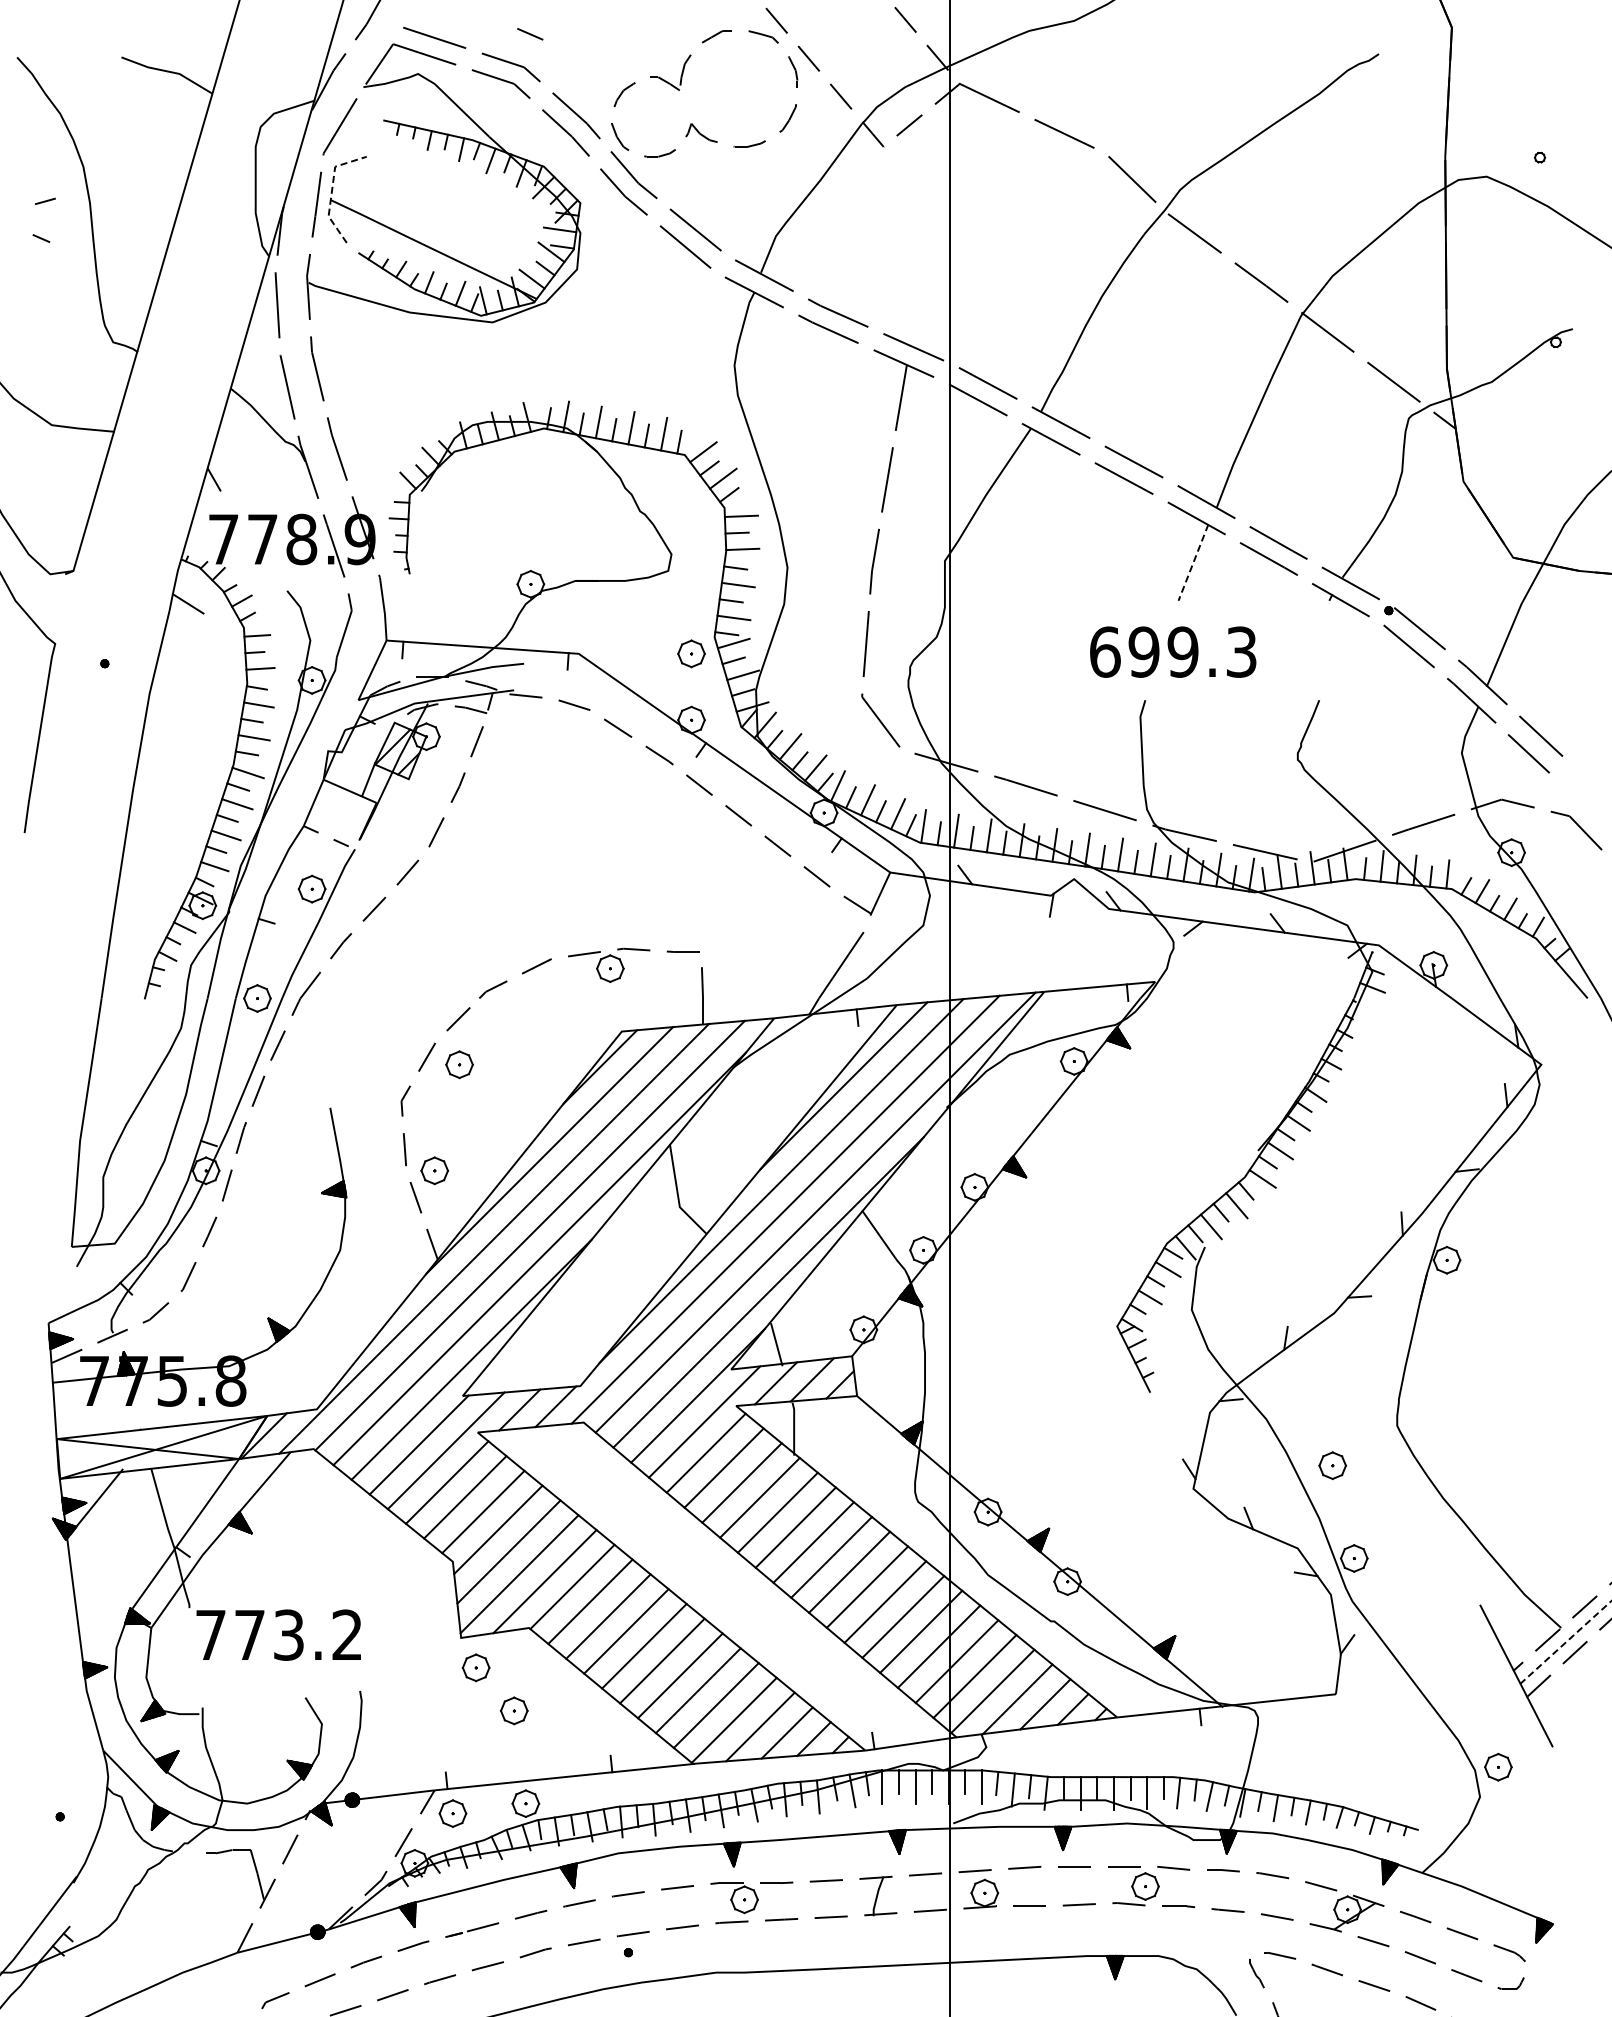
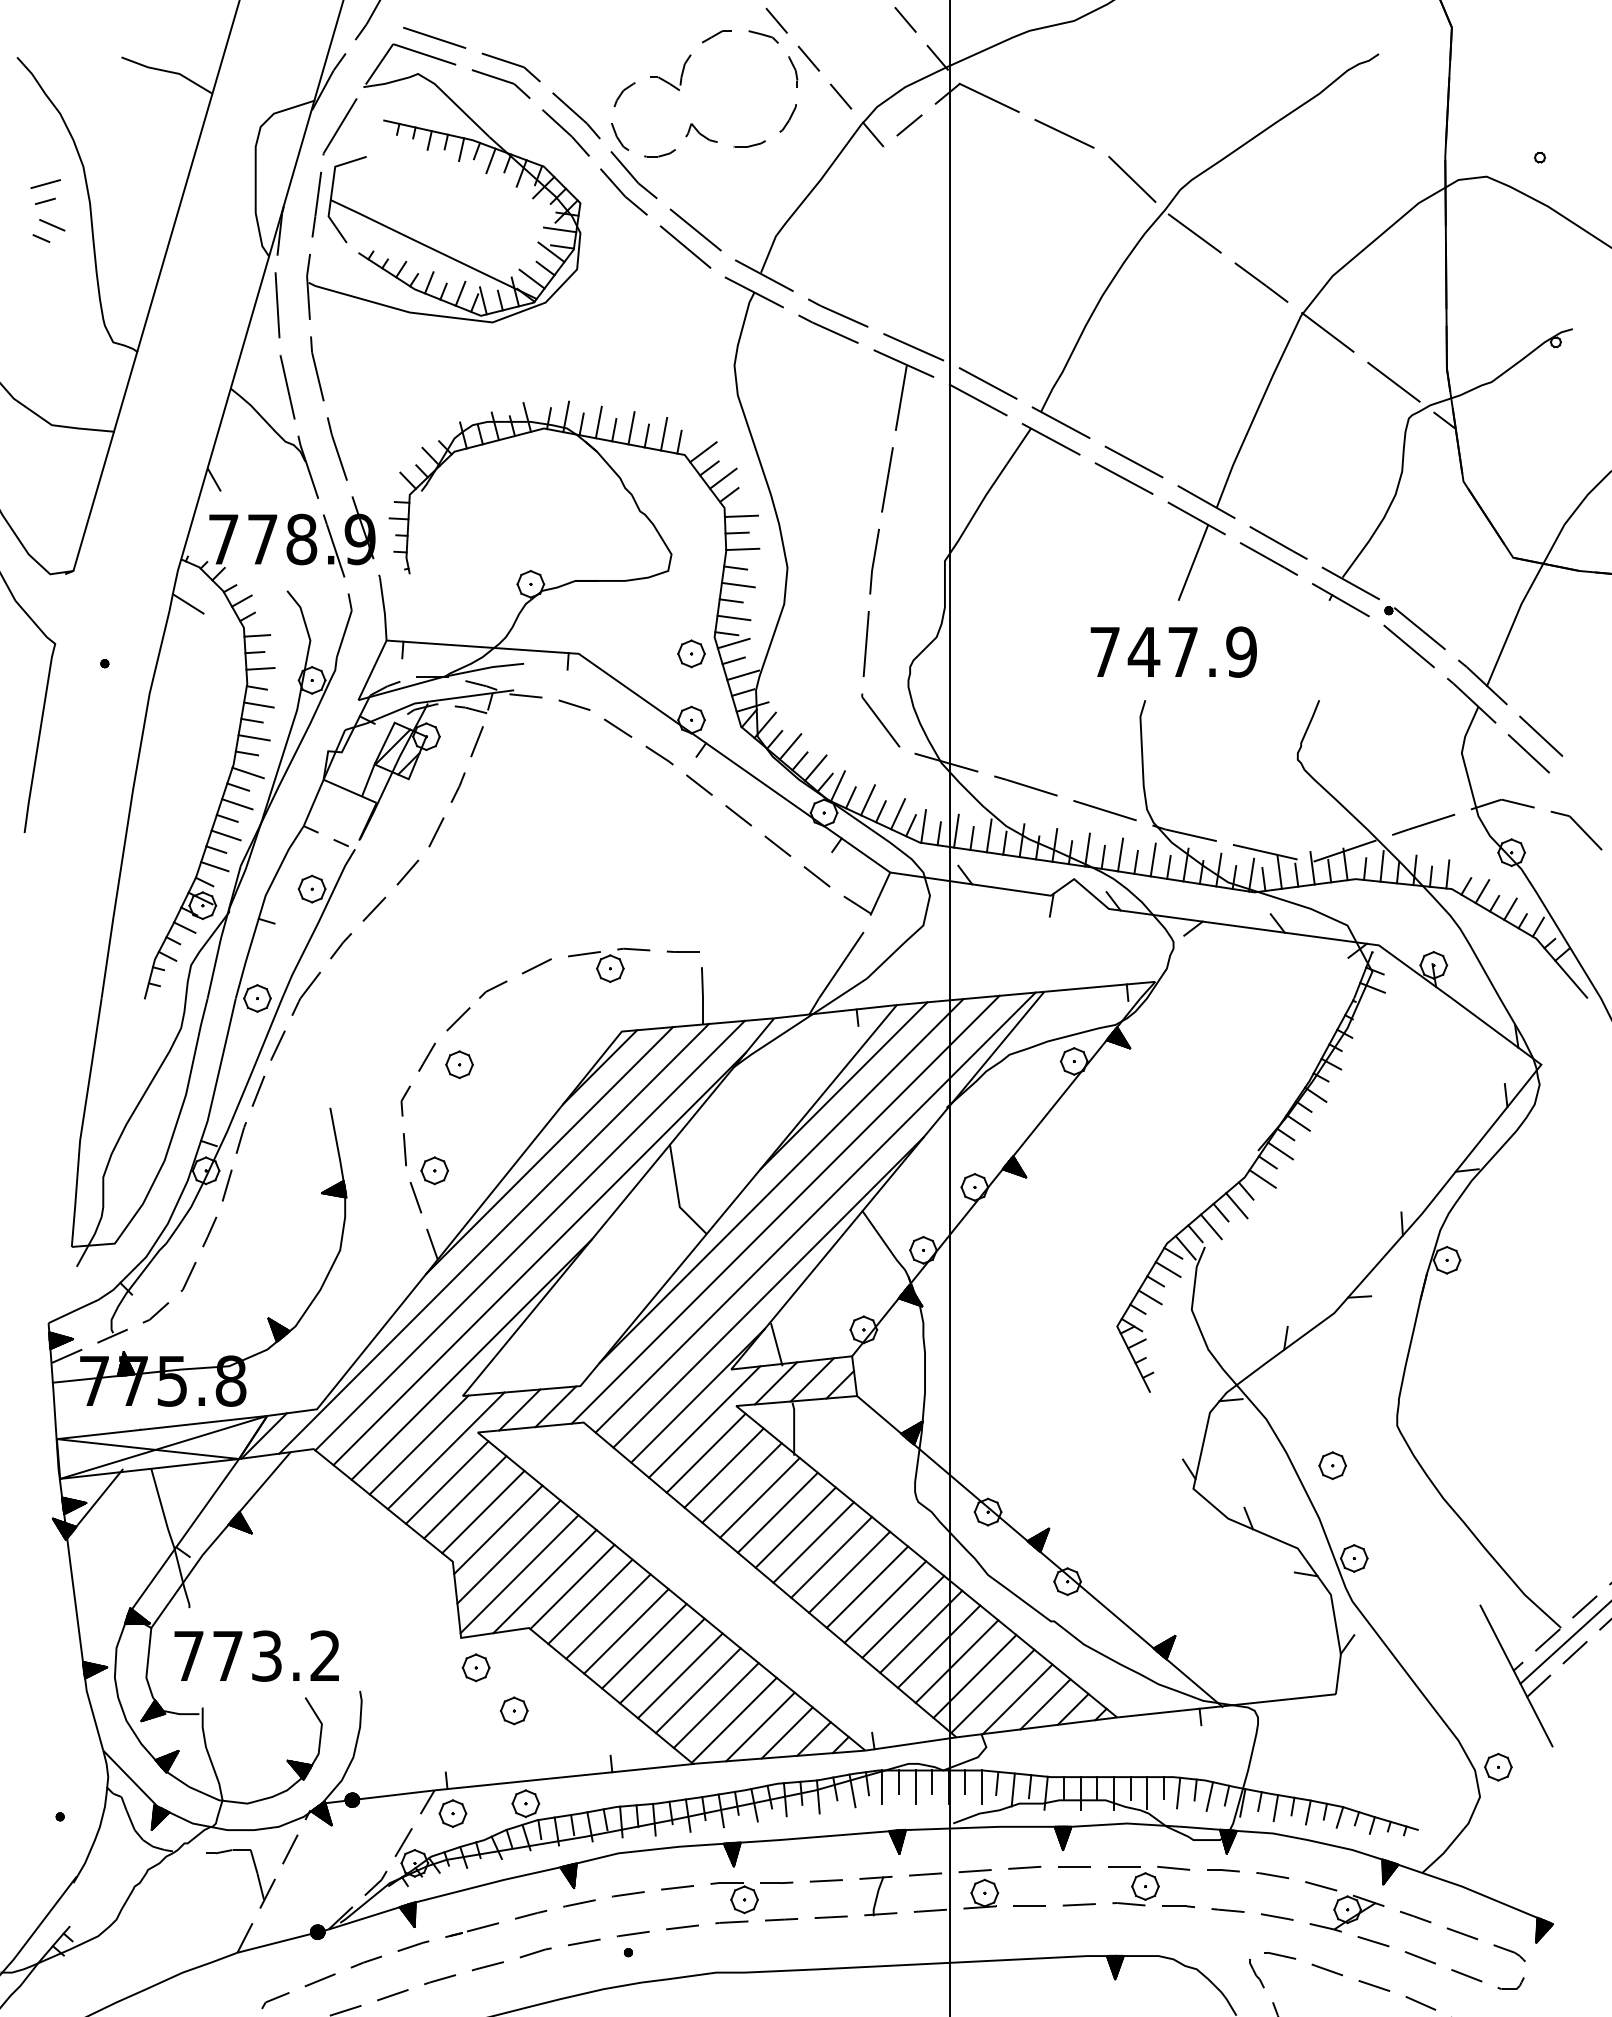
line at (530, 34) position: (530, 34) -> (52, 225)
line at (45, 183): none -> present
line at (331, 191): dashed -> solid
line at (1193, 562): dashed -> solid
text at (1173, 651): 699.3 -> 747.9
text at (278, 1634) position: (278, 1634) -> (256, 1655)
line at (1565, 1642): dashed -> solid
